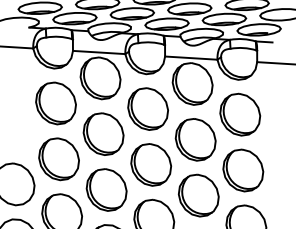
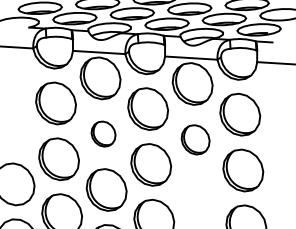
part at (103, 133) size: 43x44 px -> 27x28 px
part at (195, 139) size: 43x44 px -> 31x32 px
part at (198, 195): present -> none
